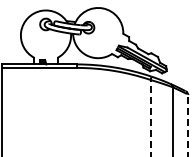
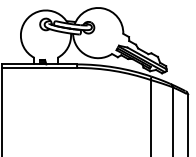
line at (150, 117): dashed -> solid
line at (187, 125): dashed -> solid
